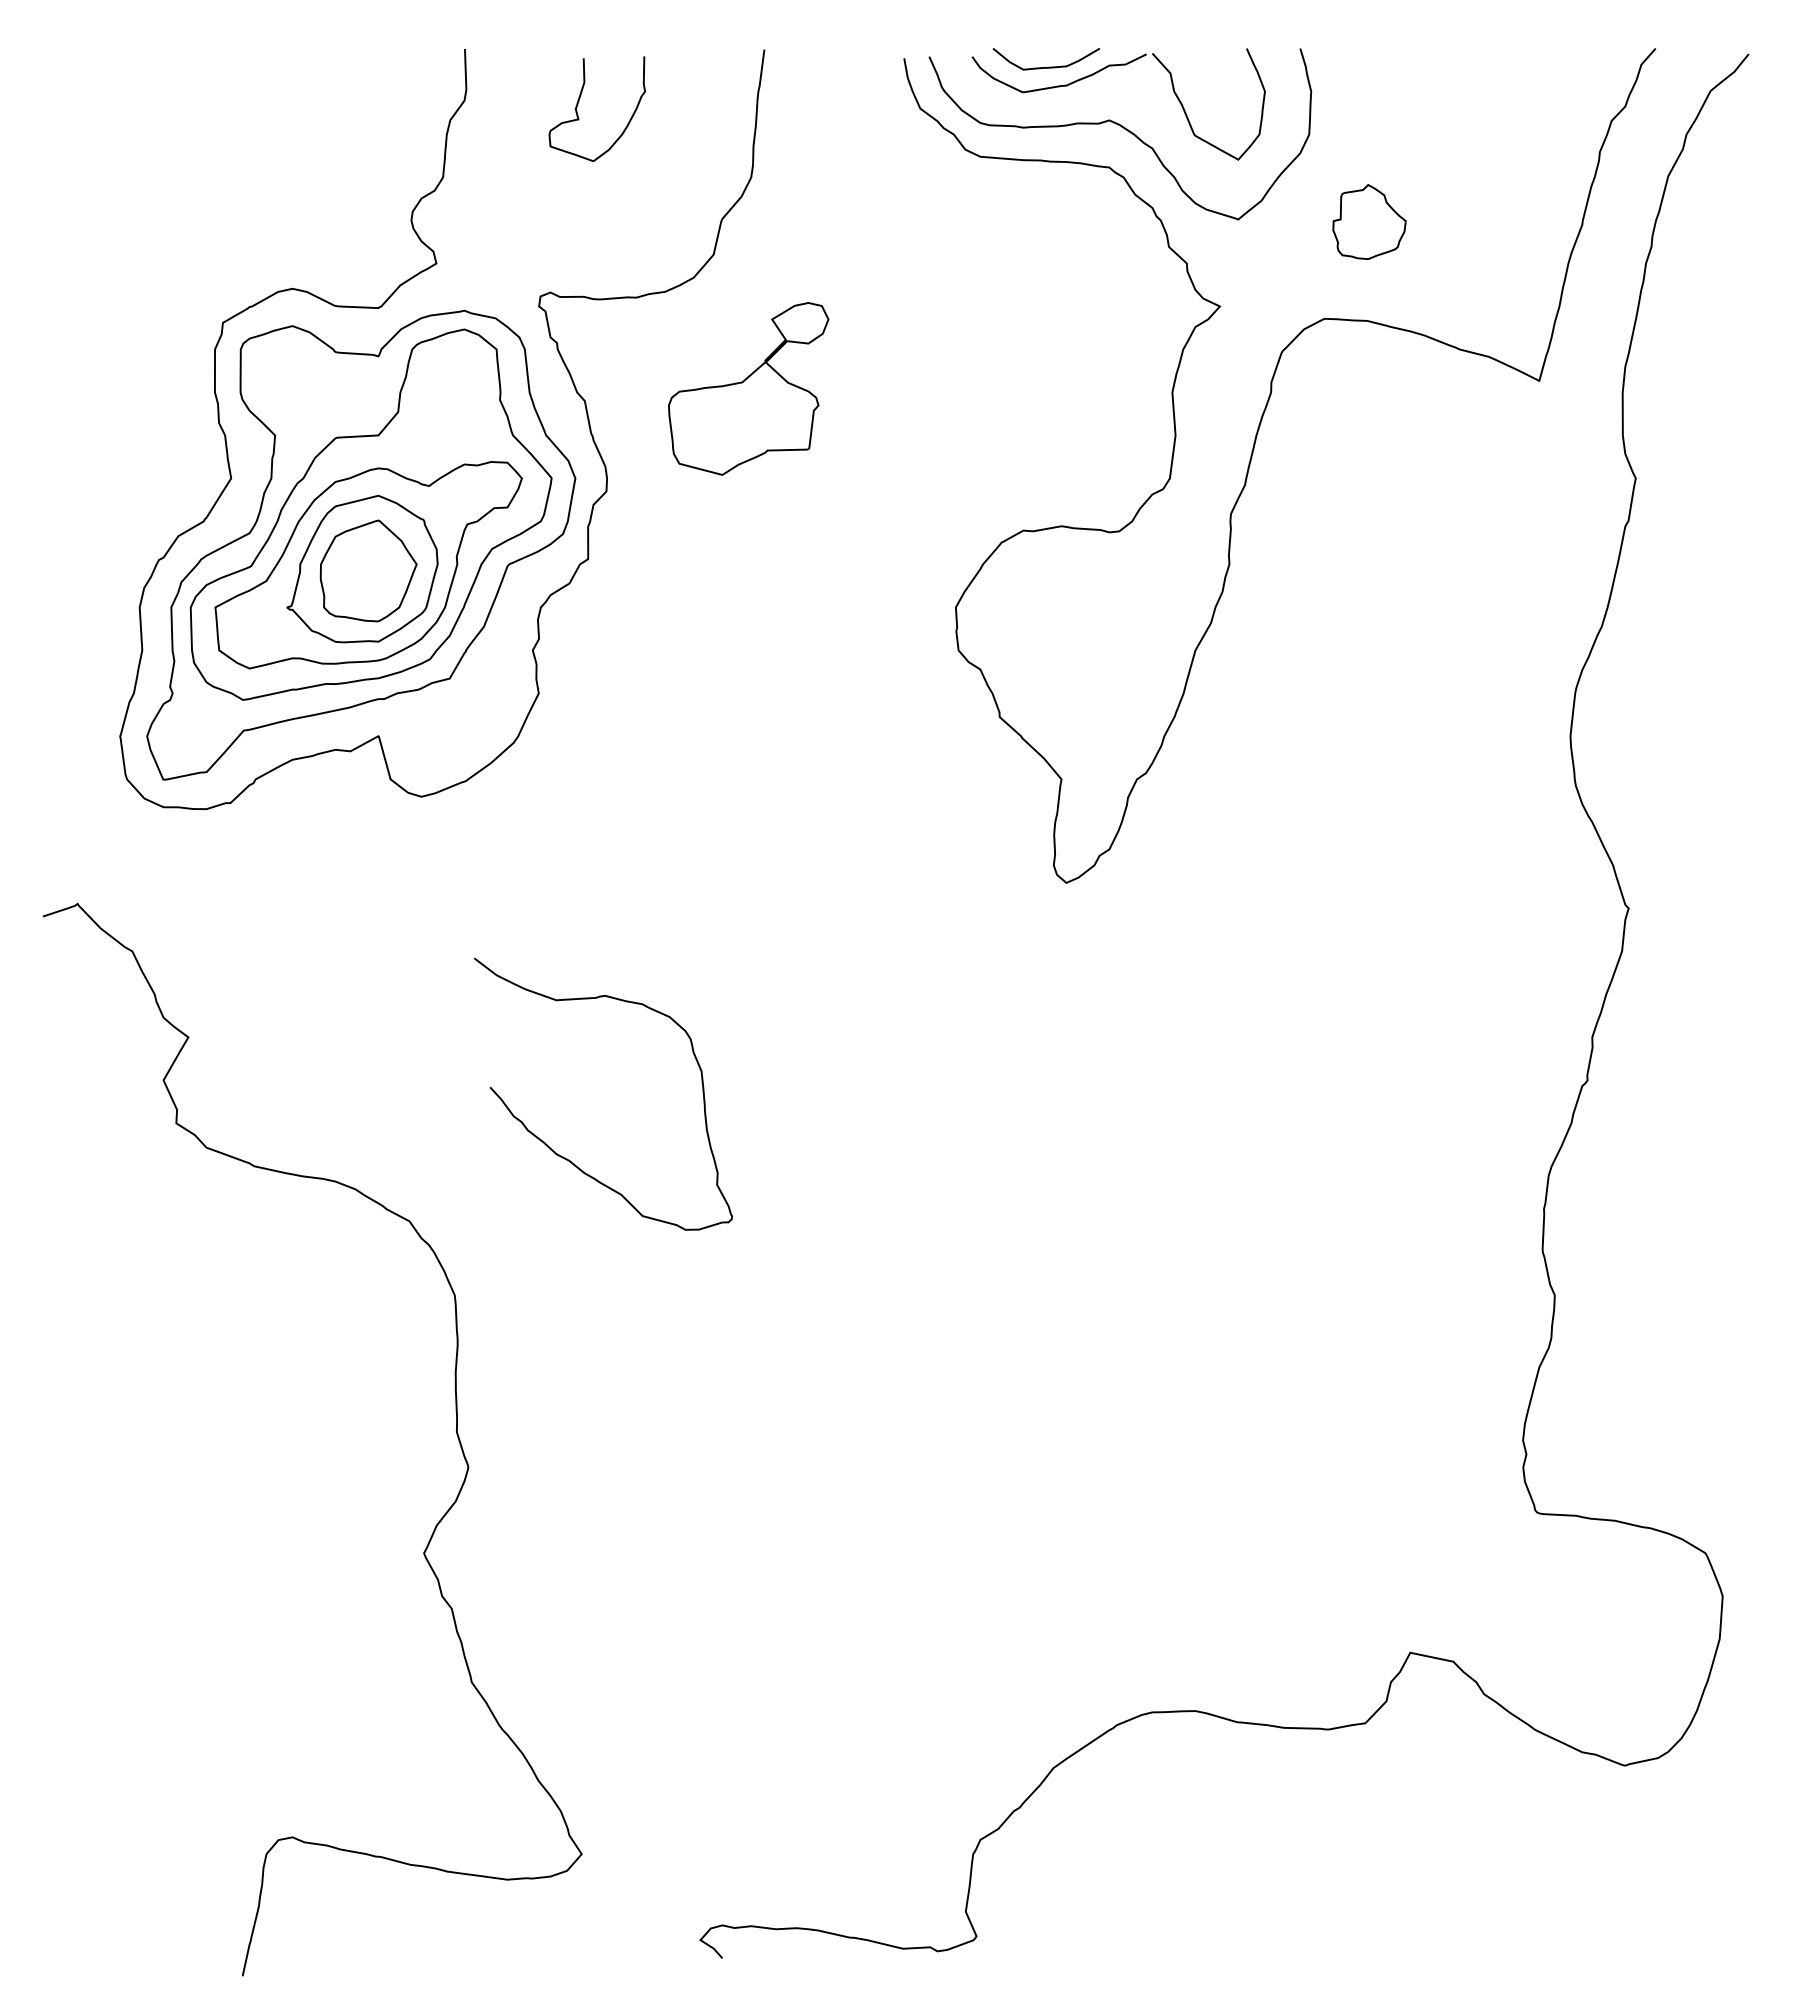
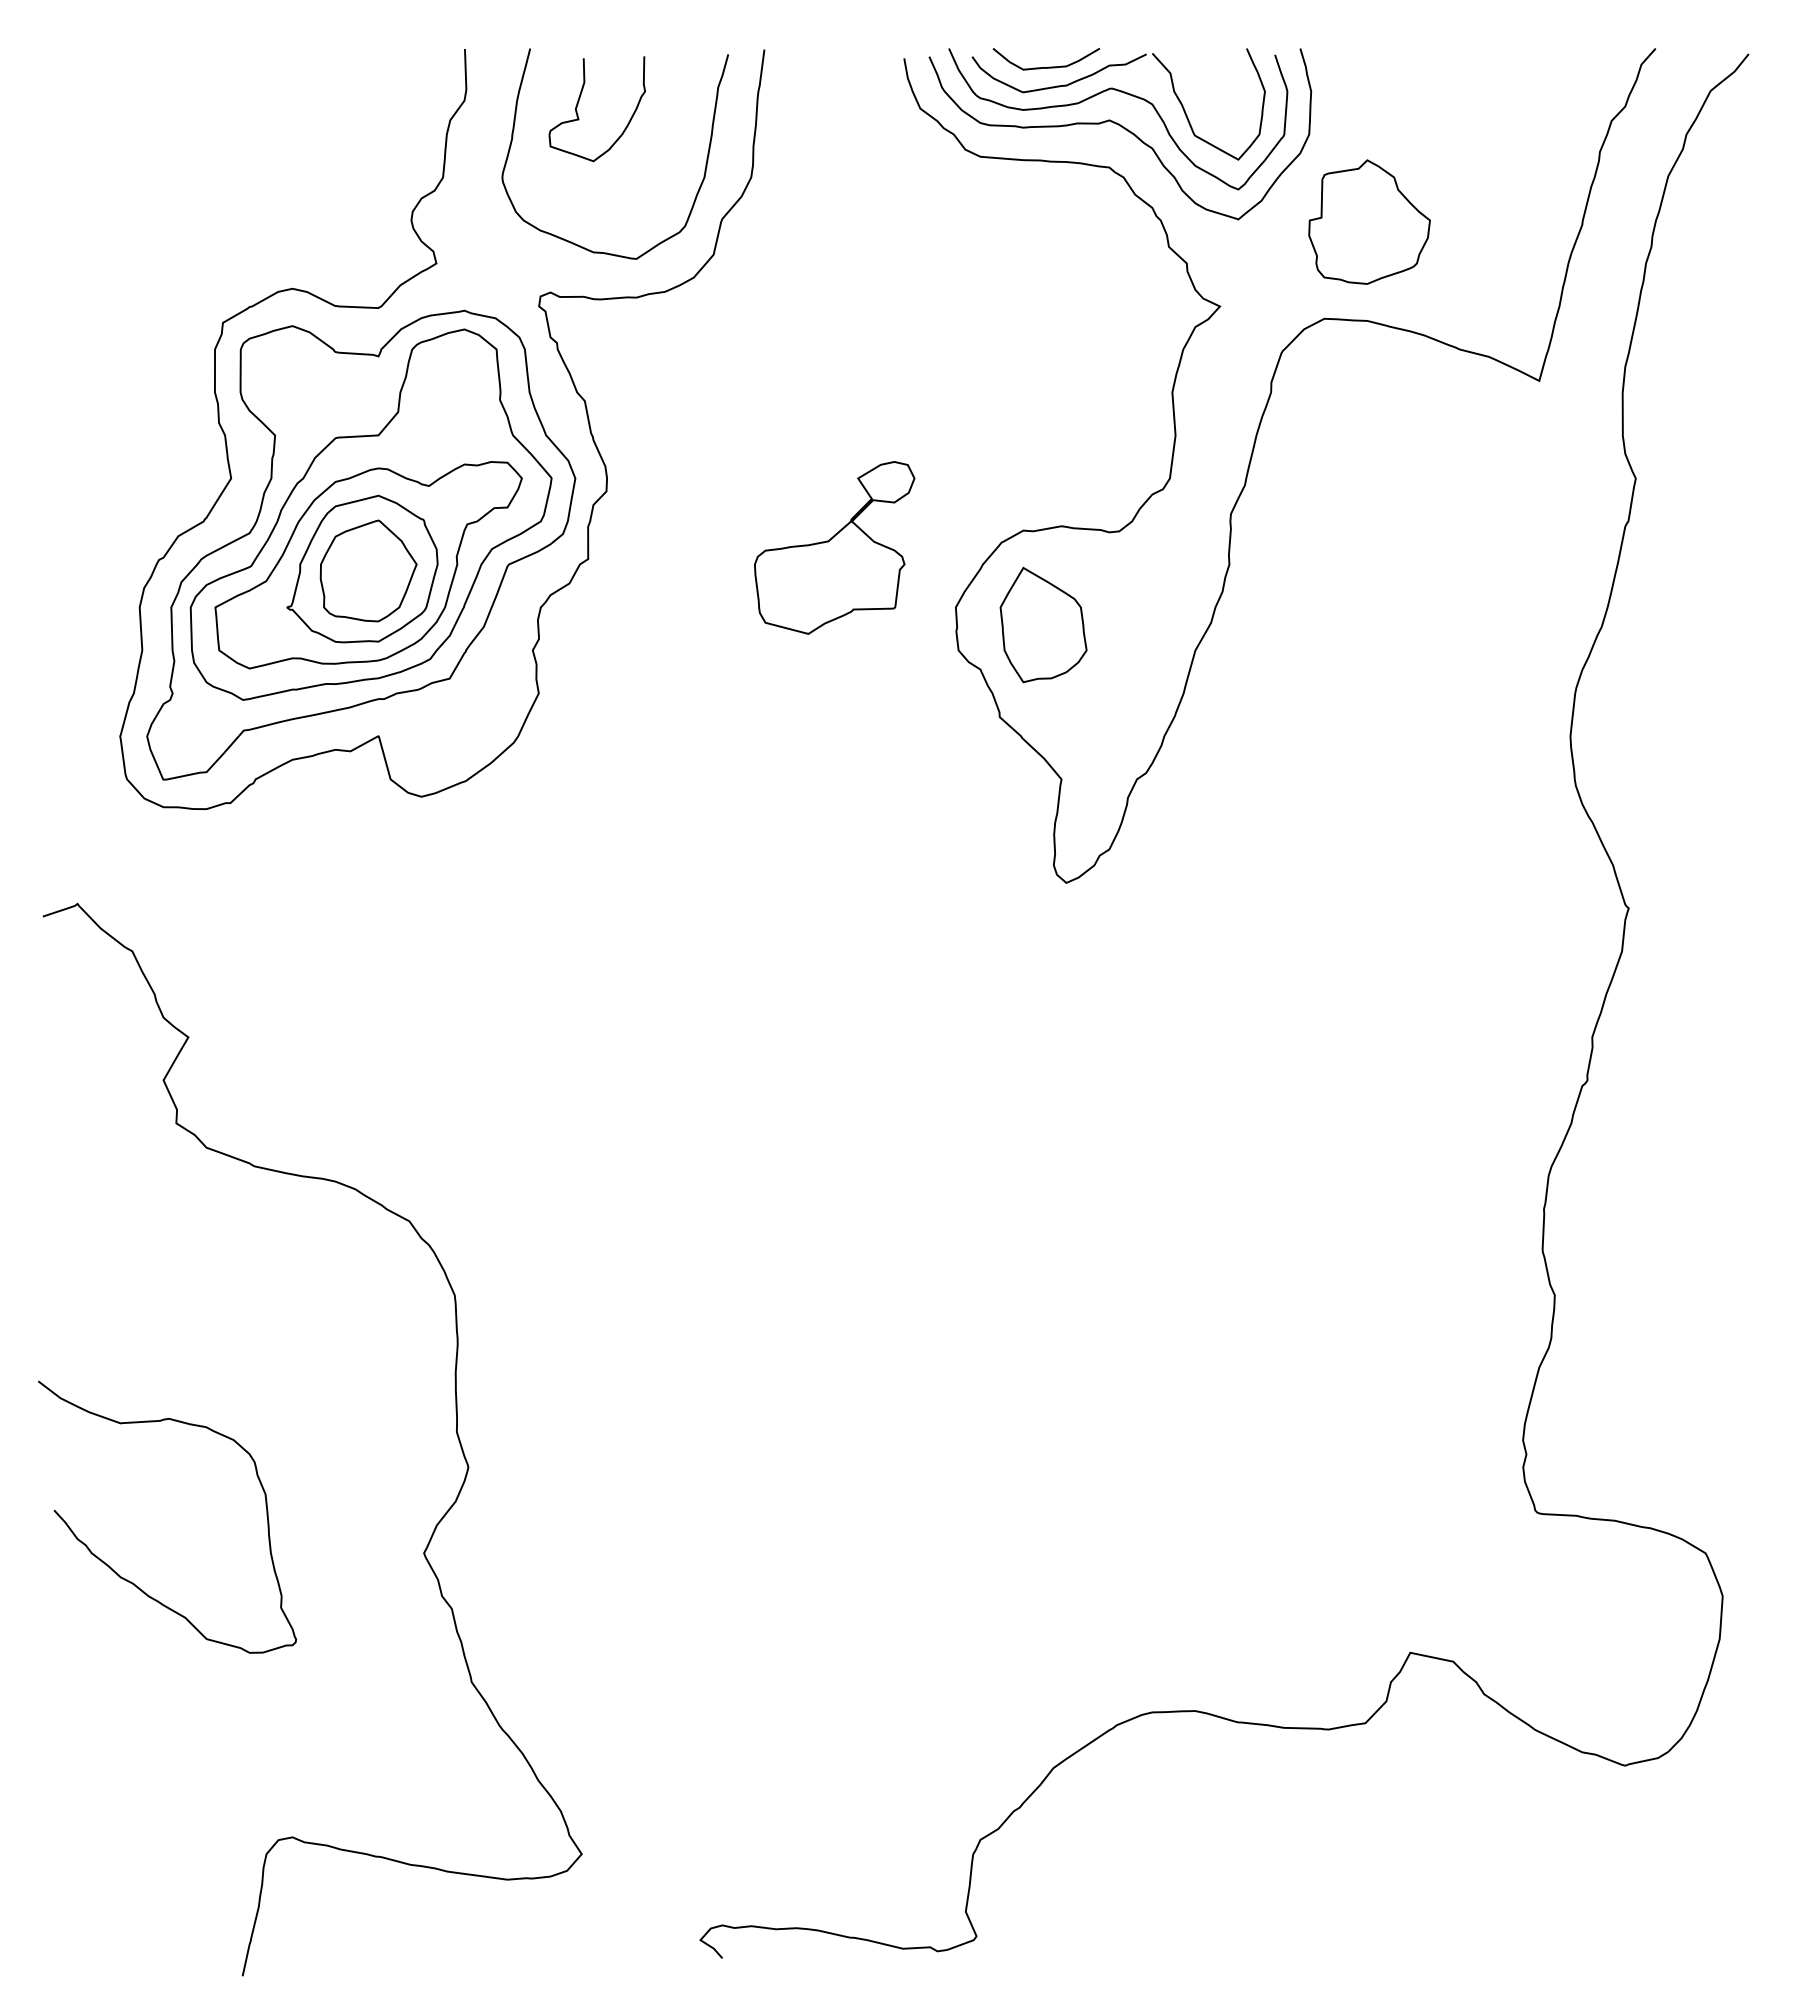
curve at (1126, 94): none -> present
curve at (698, 188): none -> present
part at (1369, 221) size: 75x76 px -> 123x126 px
part at (748, 388) position: (748, 388) -> (834, 547)
part at (1043, 624): none -> present
curve at (569, 1159) position: (569, 1159) -> (133, 1582)
